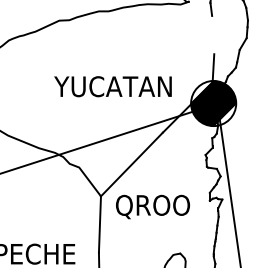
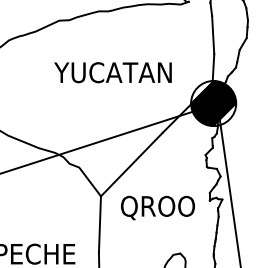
line at (213, 34): none -> present
text at (112, 86) position: (112, 86) -> (112, 72)
text at (152, 206) position: (152, 206) -> (157, 207)
